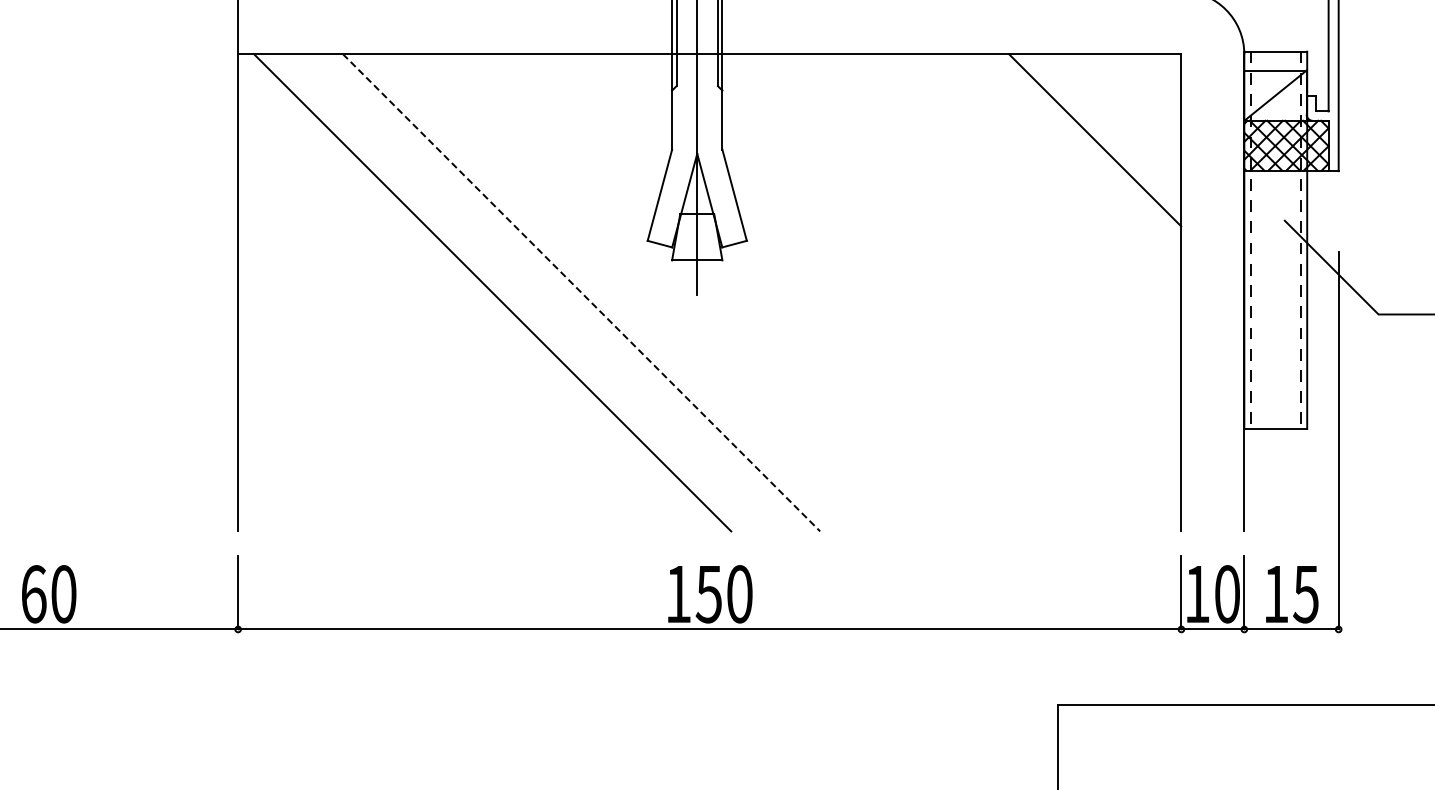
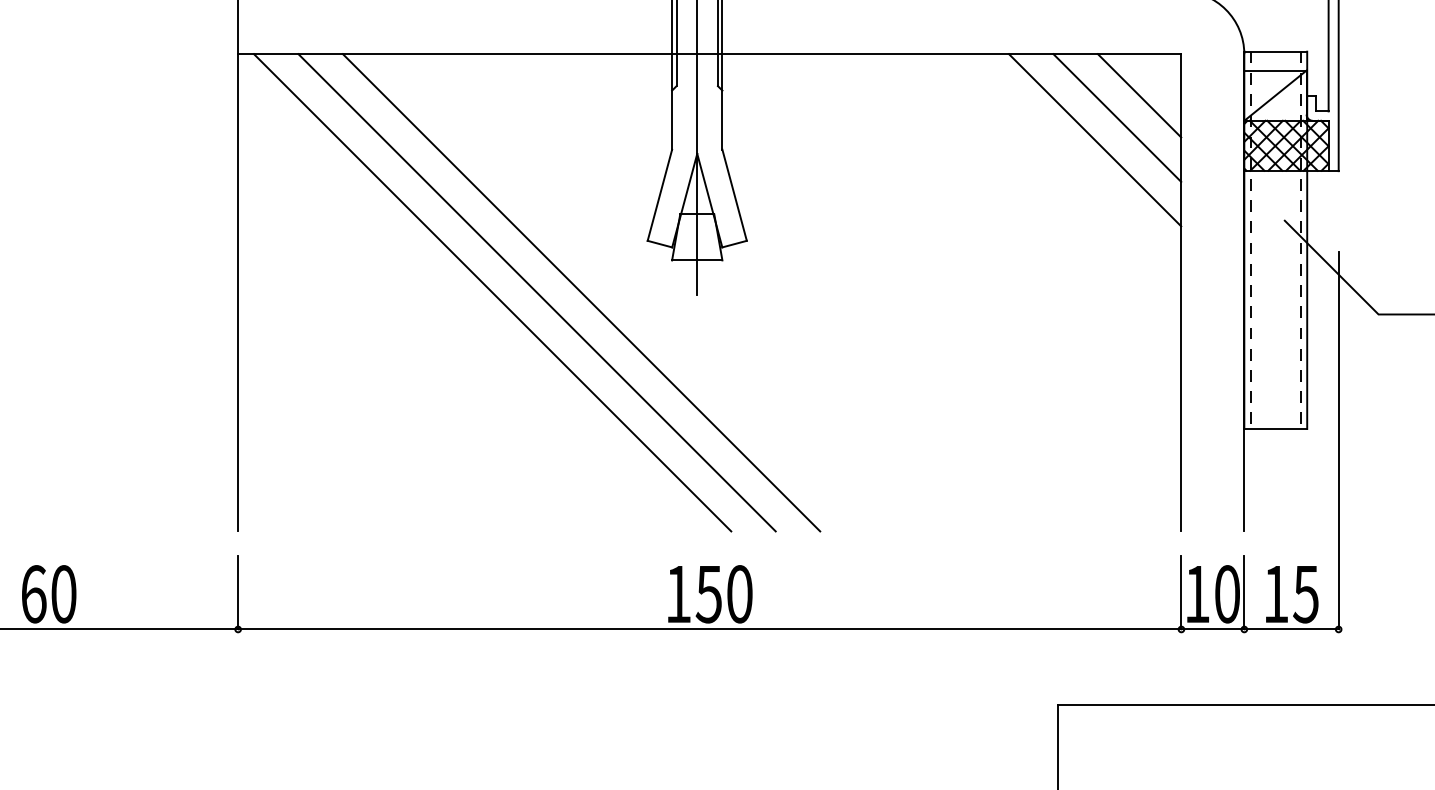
line at (1139, 95): none -> present
line at (1117, 117): none -> present
line at (536, 292): none -> present
line at (581, 293): dashed -> solid
